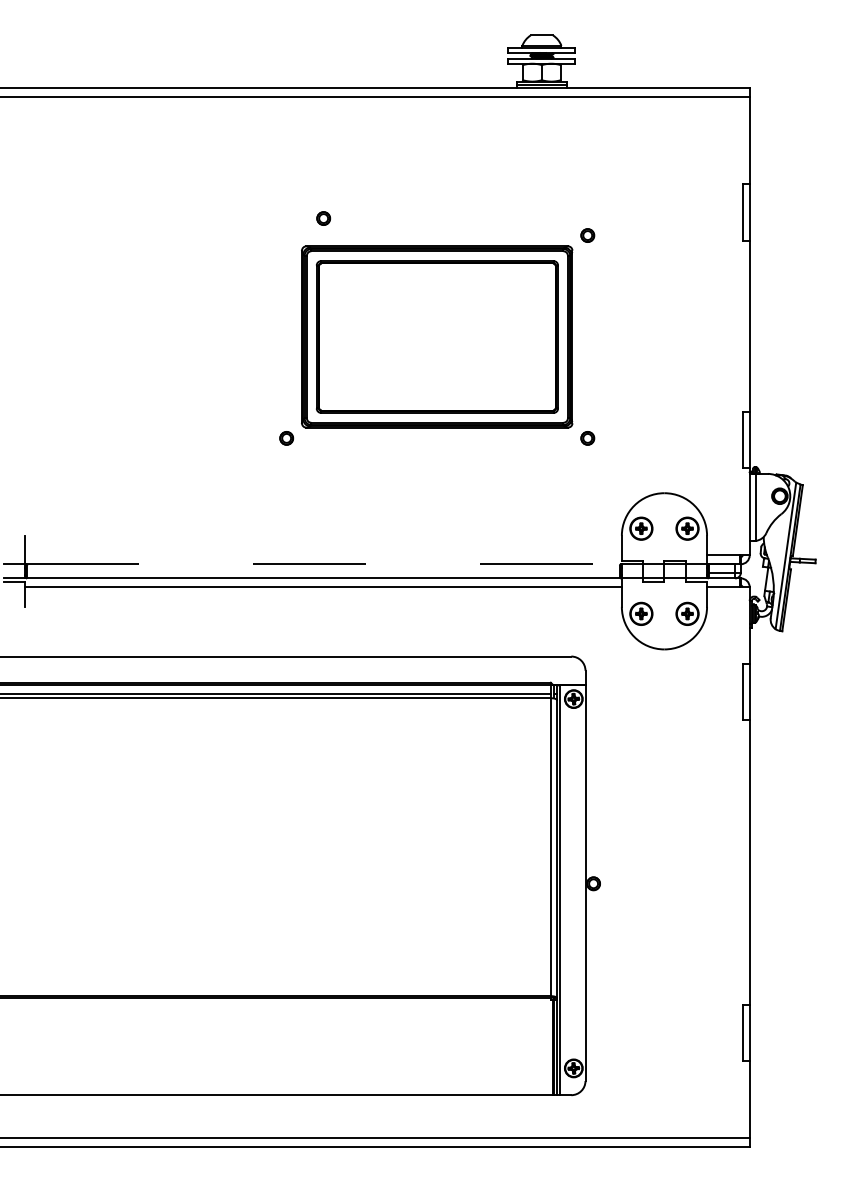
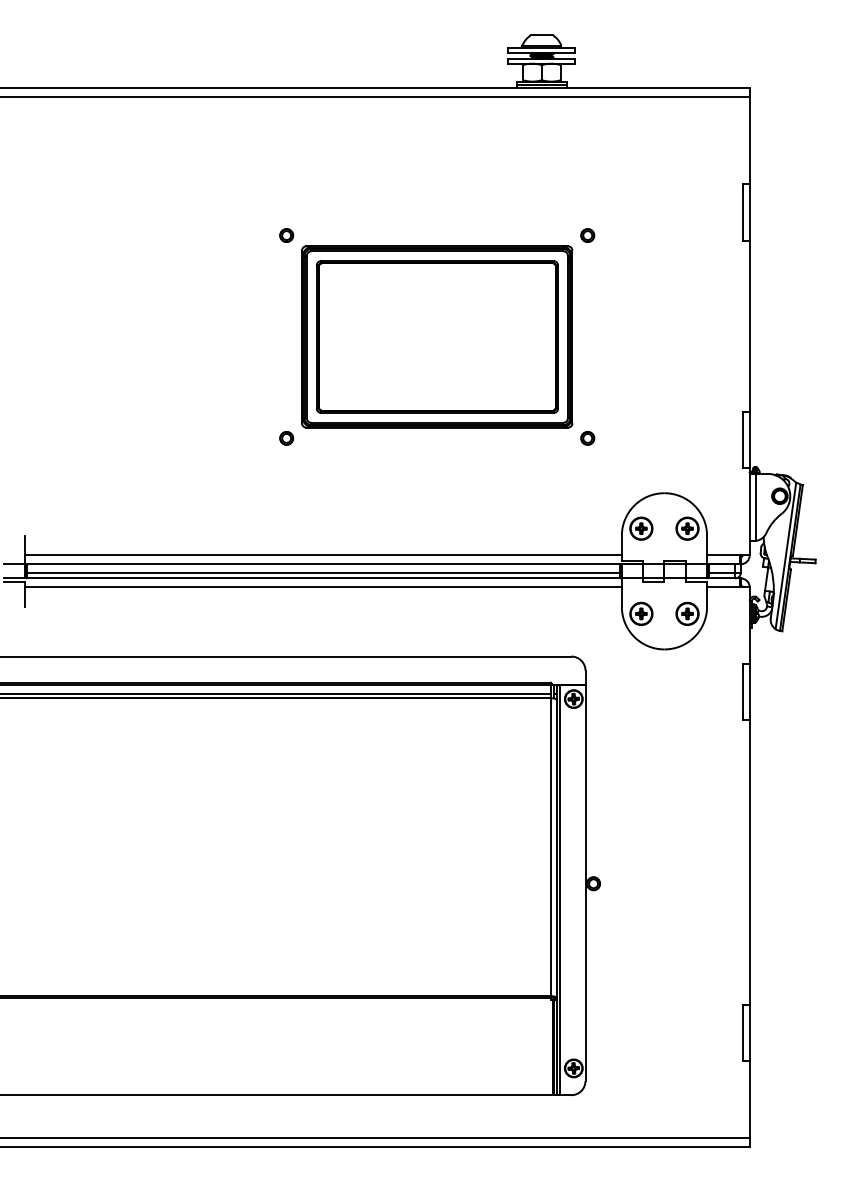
part at (323, 218) position: (323, 218) -> (286, 235)
line at (323, 555): none -> present
line at (334, 564): dashed -> solid
line at (323, 572): none -> present
